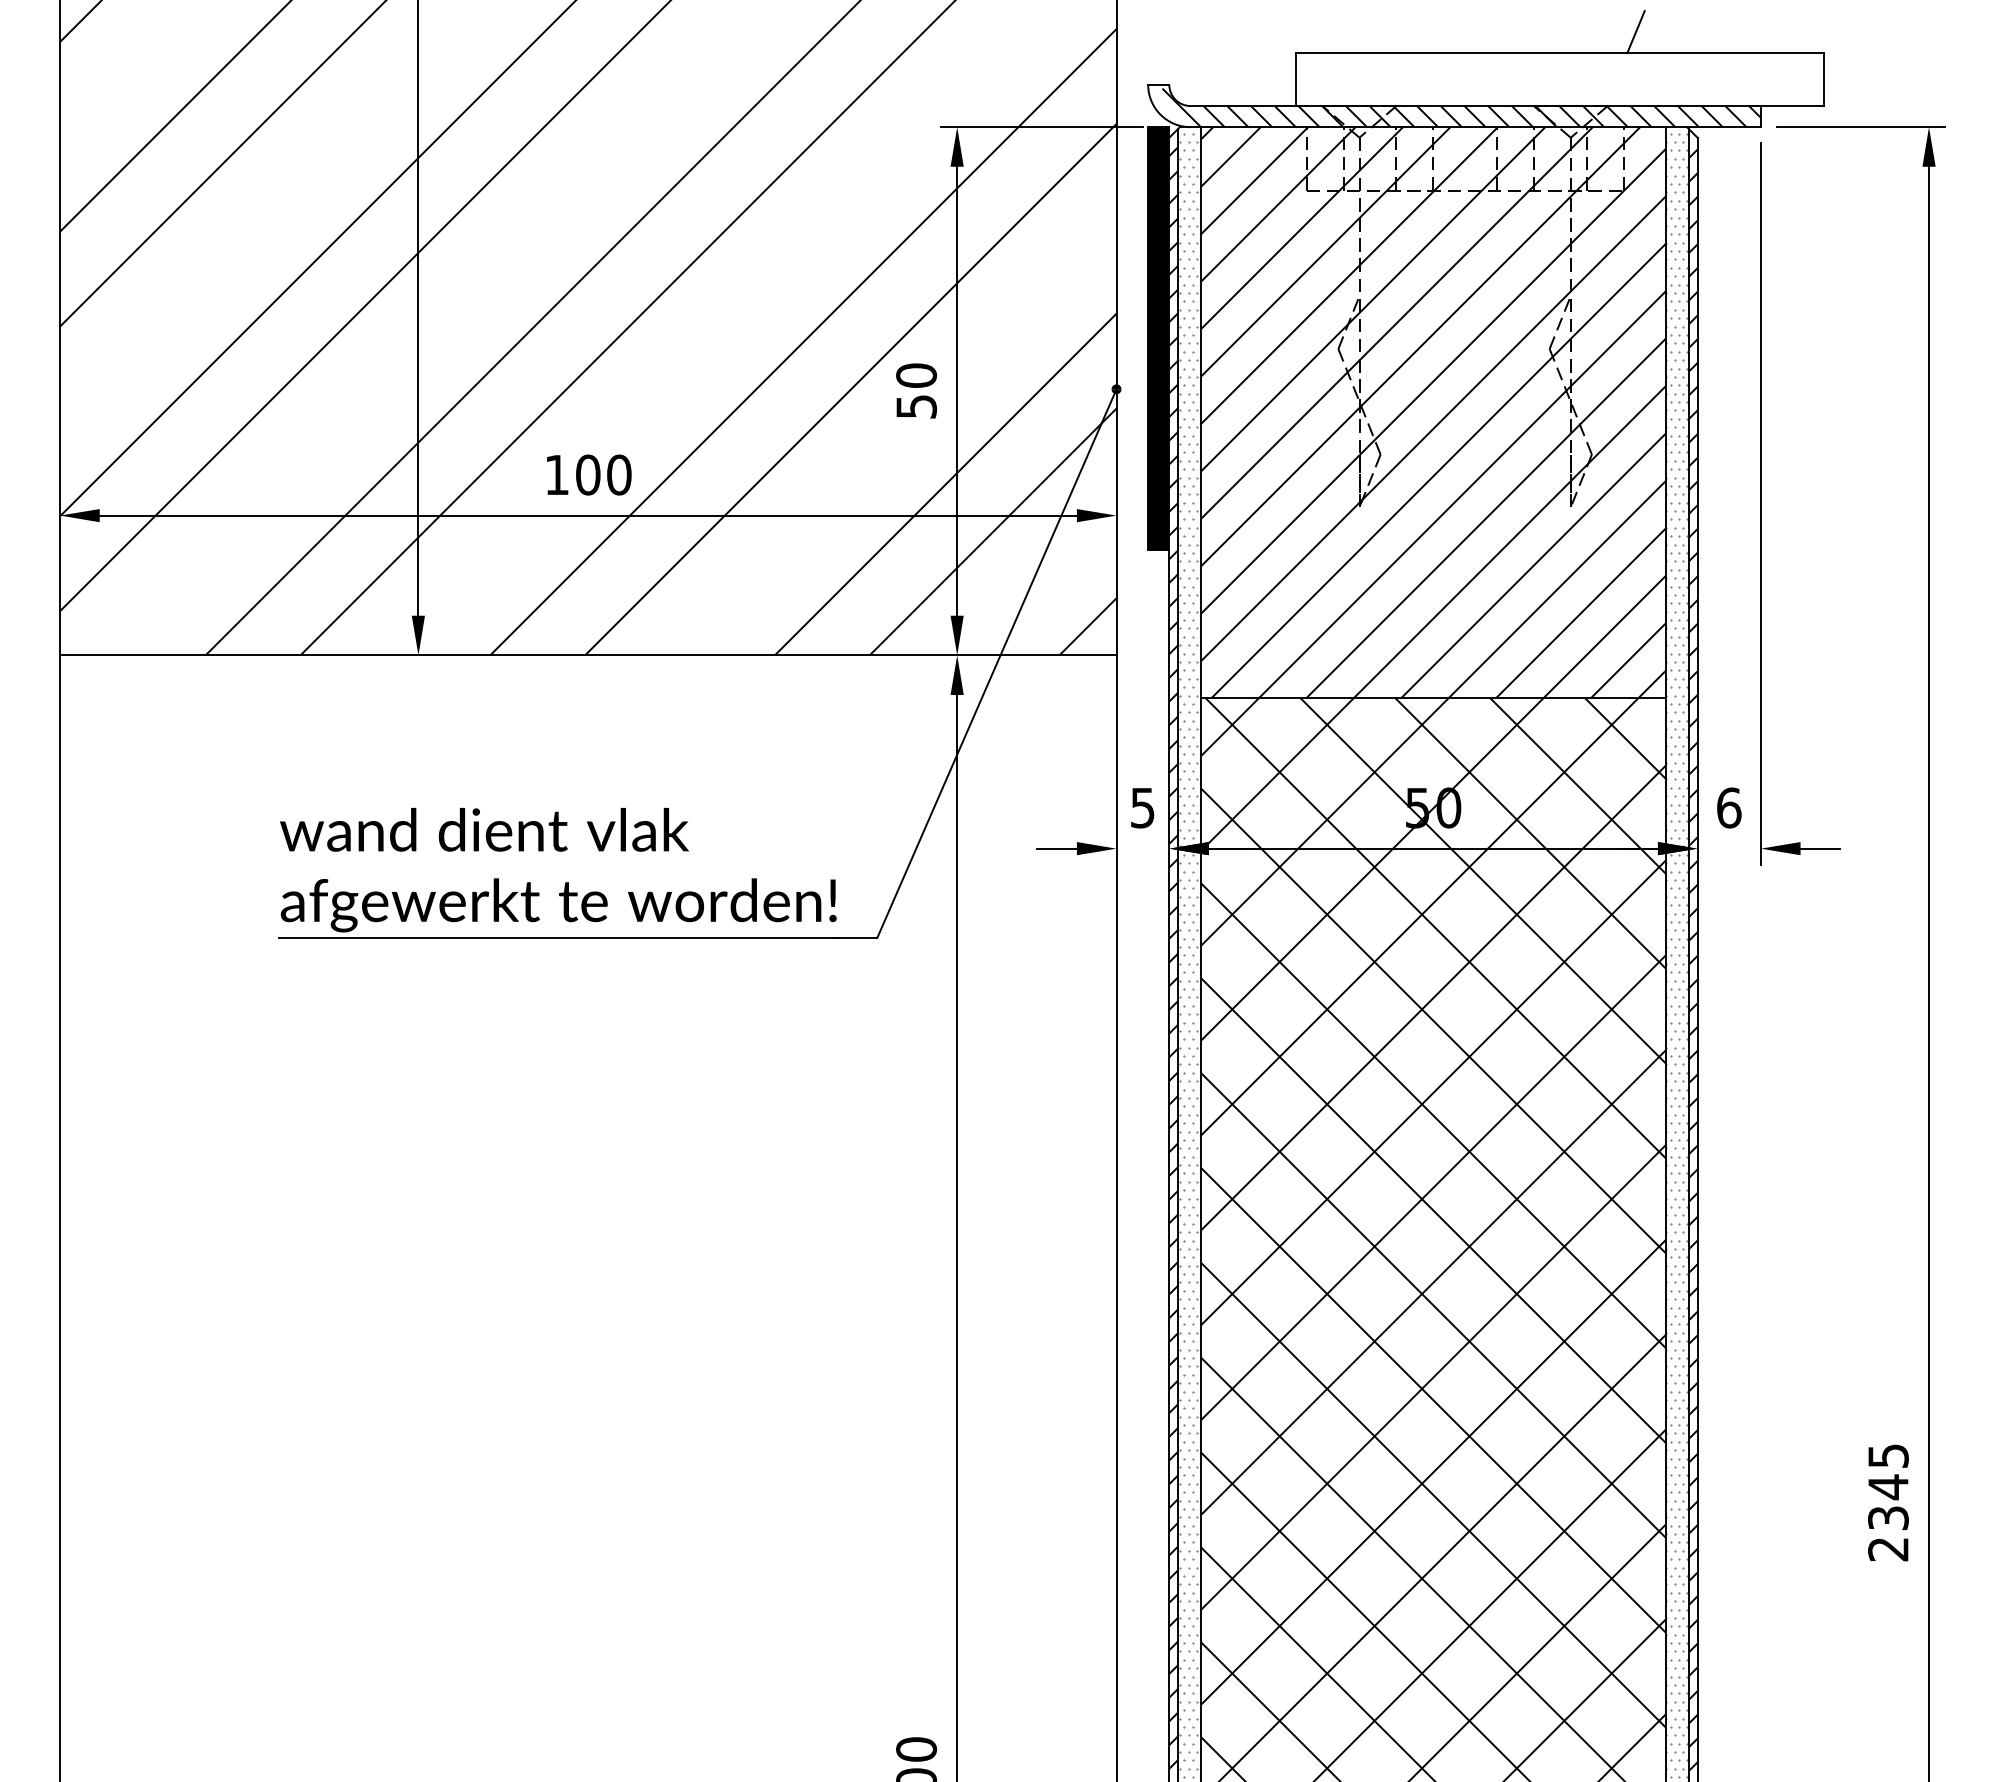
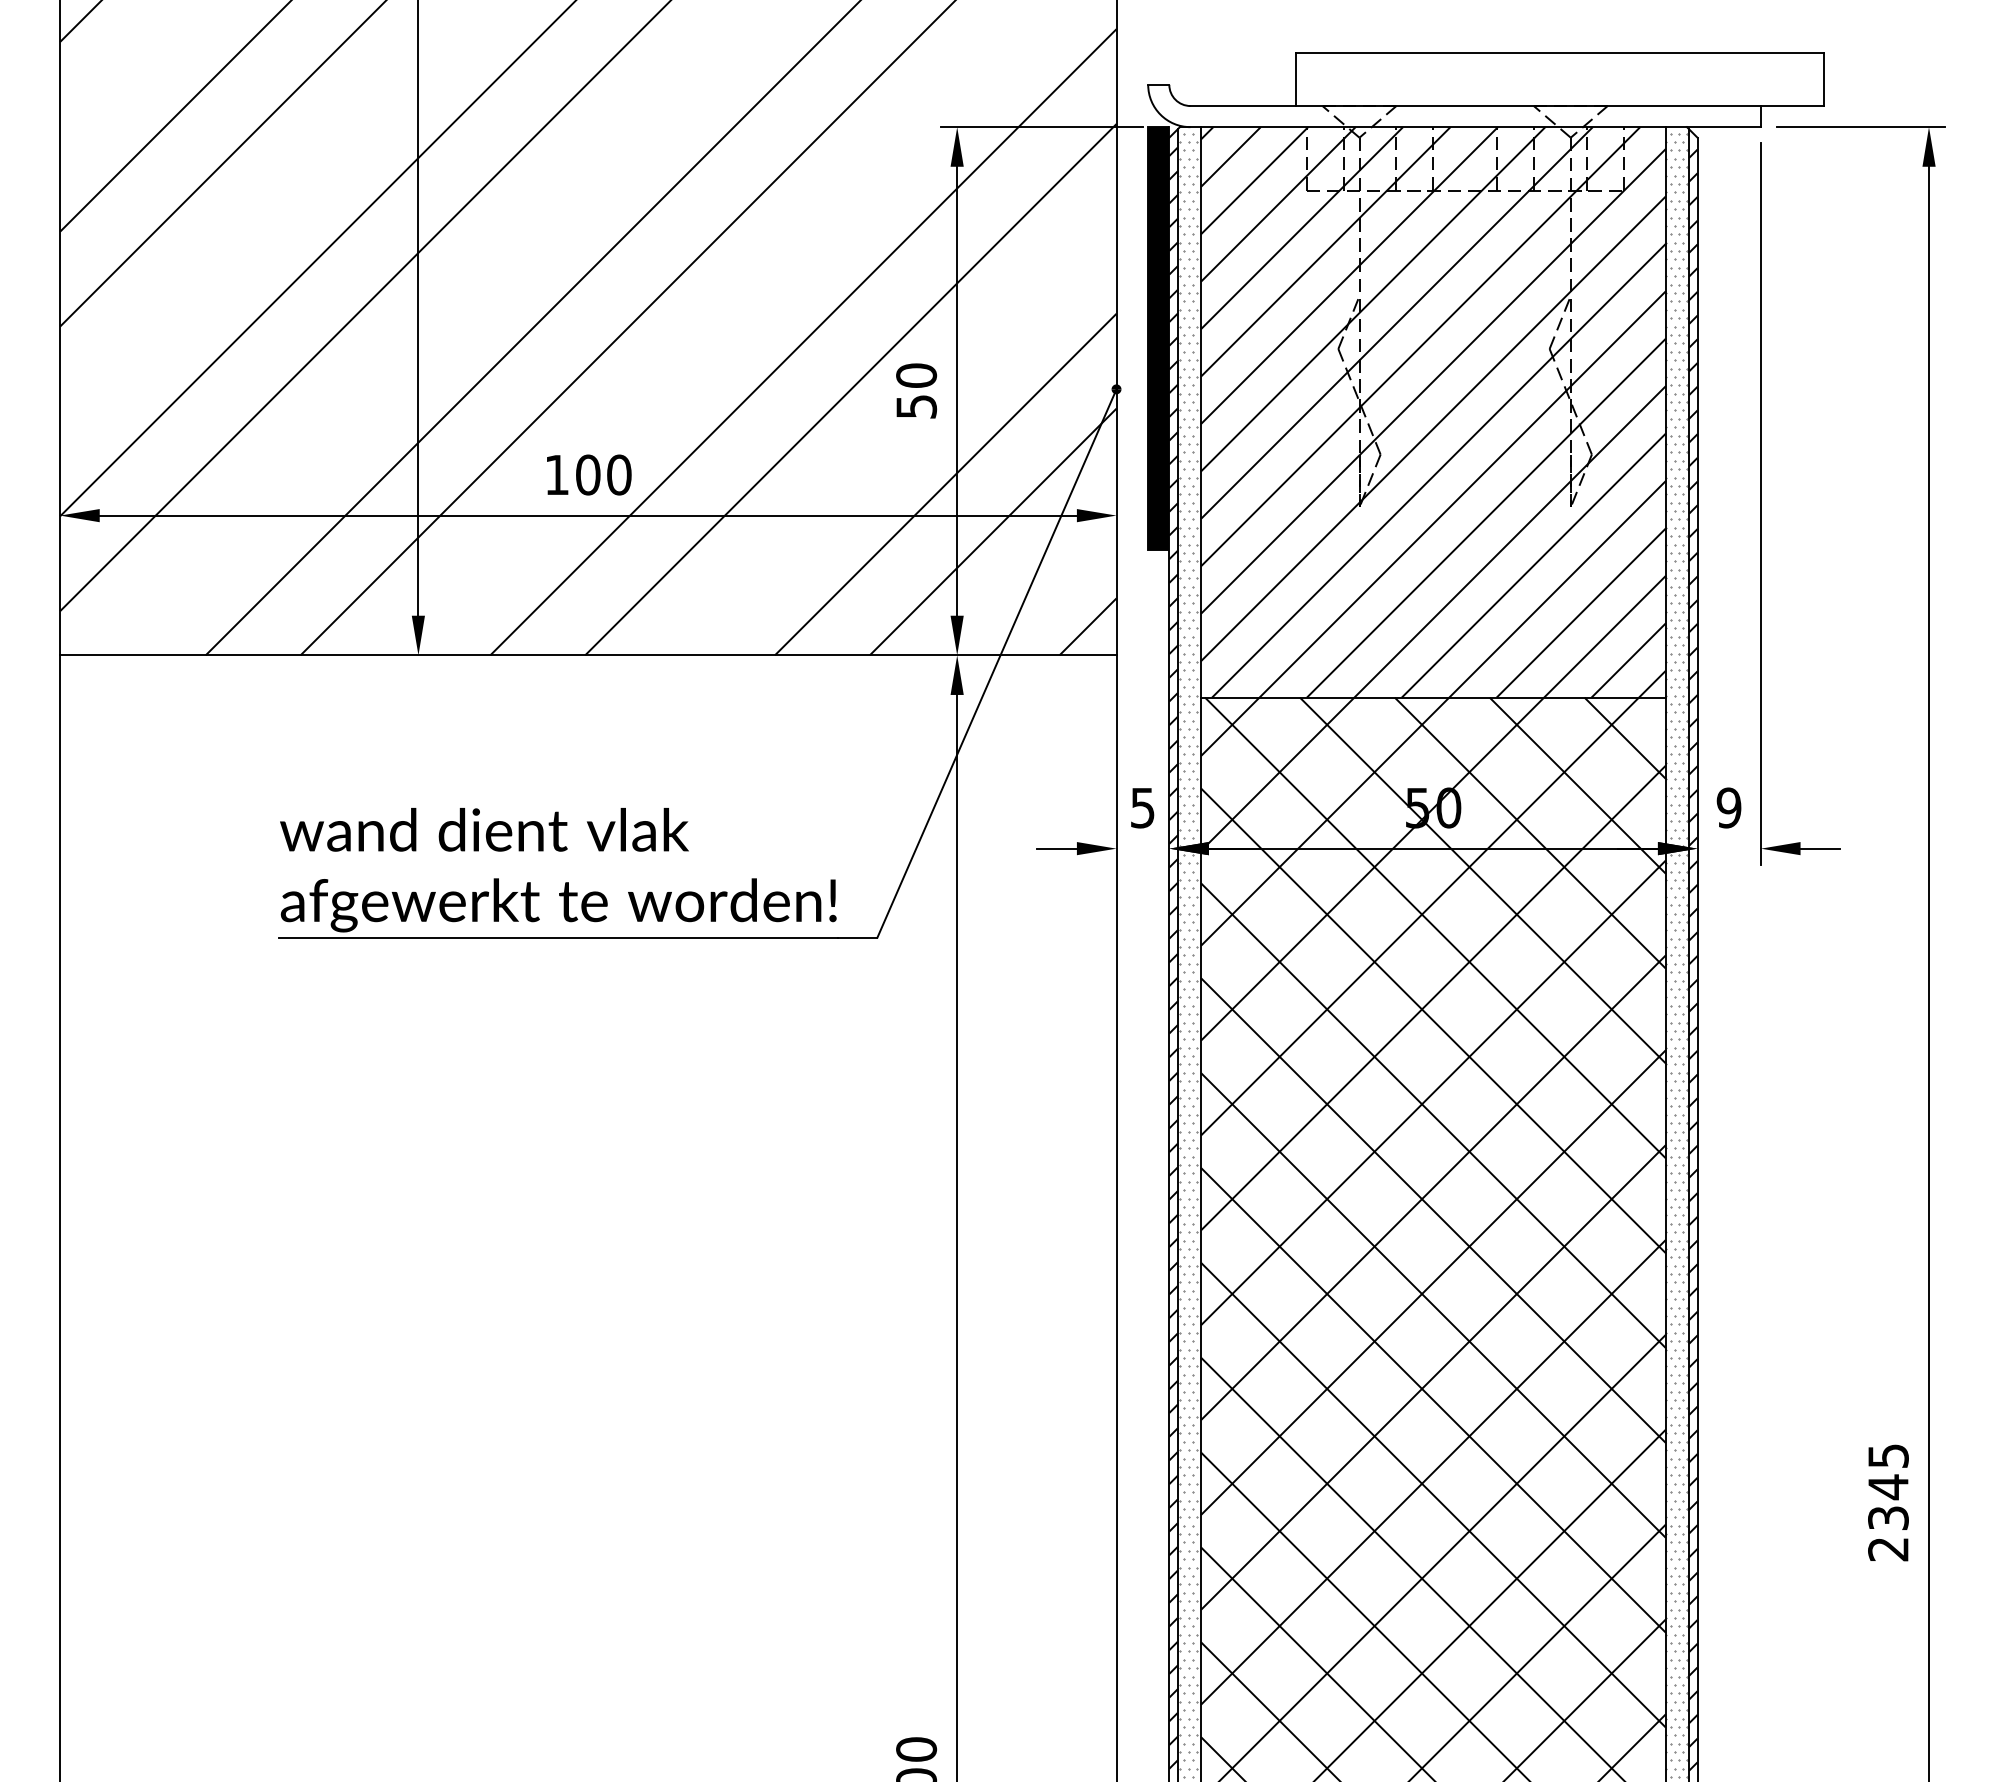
line at (1635, 32): present -> none
hatch at (1461, 107): present -> none
text at (1728, 807): 6 -> 9
